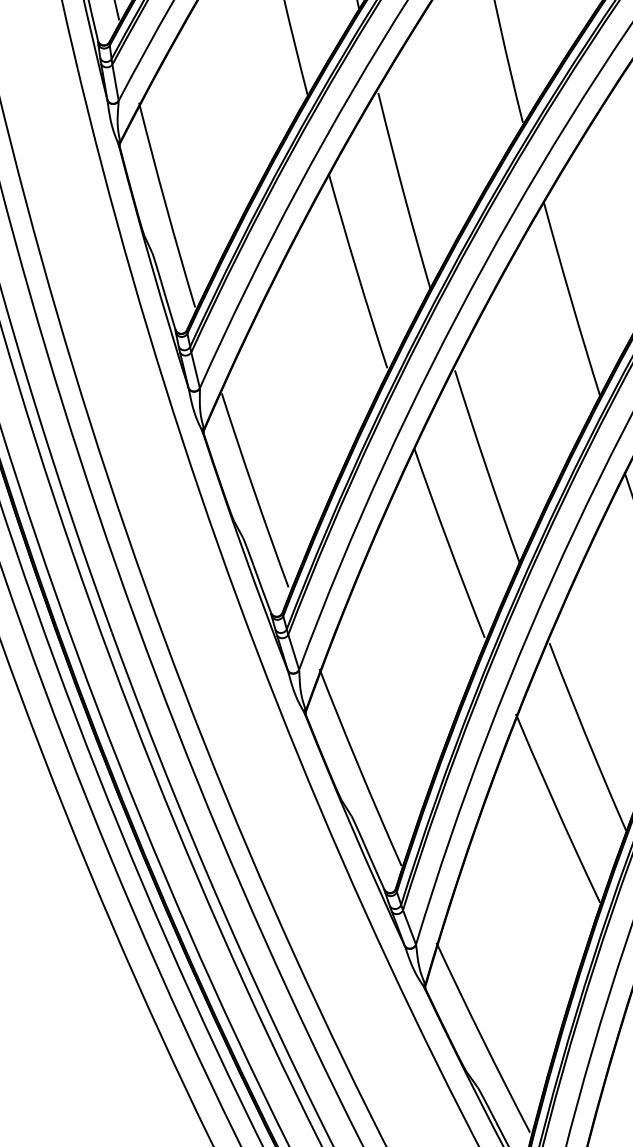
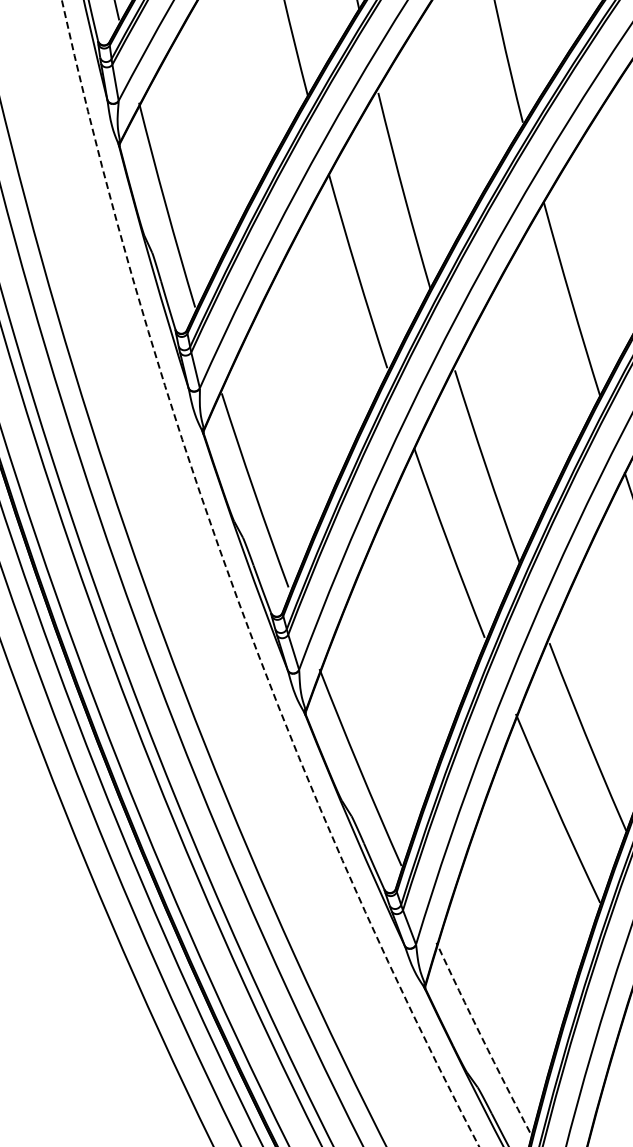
arc at (233, 586): solid -> dashed
arc at (482, 1038): solid -> dashed
